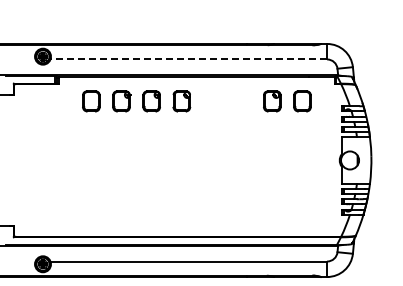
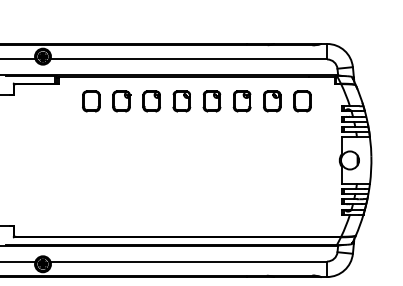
line at (18, 59): none -> present
line at (188, 59): dashed -> solid
part at (211, 101): none -> present
part at (241, 101): none -> present
line at (18, 261): none -> present
